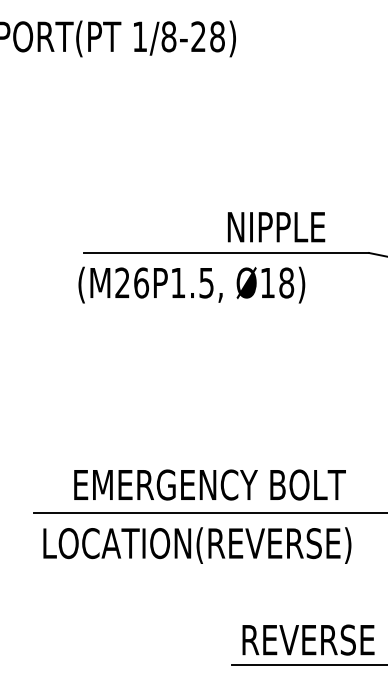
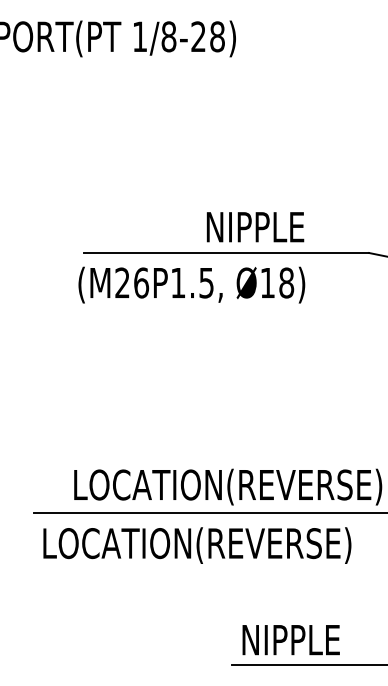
text at (276, 227) position: (276, 227) -> (255, 227)
text at (229, 486): EMERGENCY BOLT -> LOCATION(REVERSE)
text at (309, 639): REVERSE -> NIPPLE
